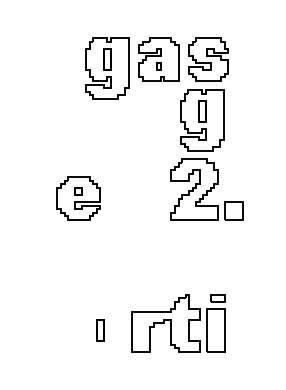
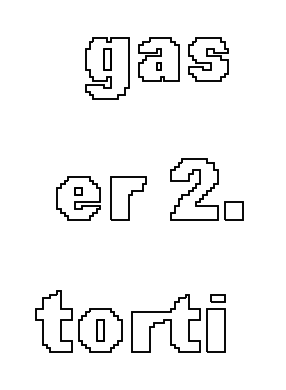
part at (202, 120): present -> none
part at (128, 198): none -> present
part at (78, 321): none -> present
